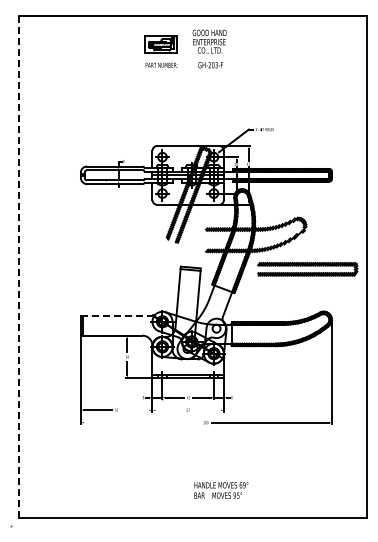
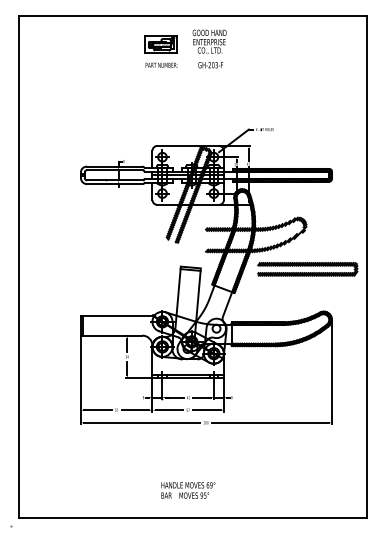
line at (18, 267): dashed -> solid
line at (116, 315): dashed -> solid
line at (135, 410): none -> present
line at (169, 410): none -> present
line at (206, 410): none -> present
line at (142, 422): none -> present
text at (221, 490) position: (221, 490) -> (188, 490)
